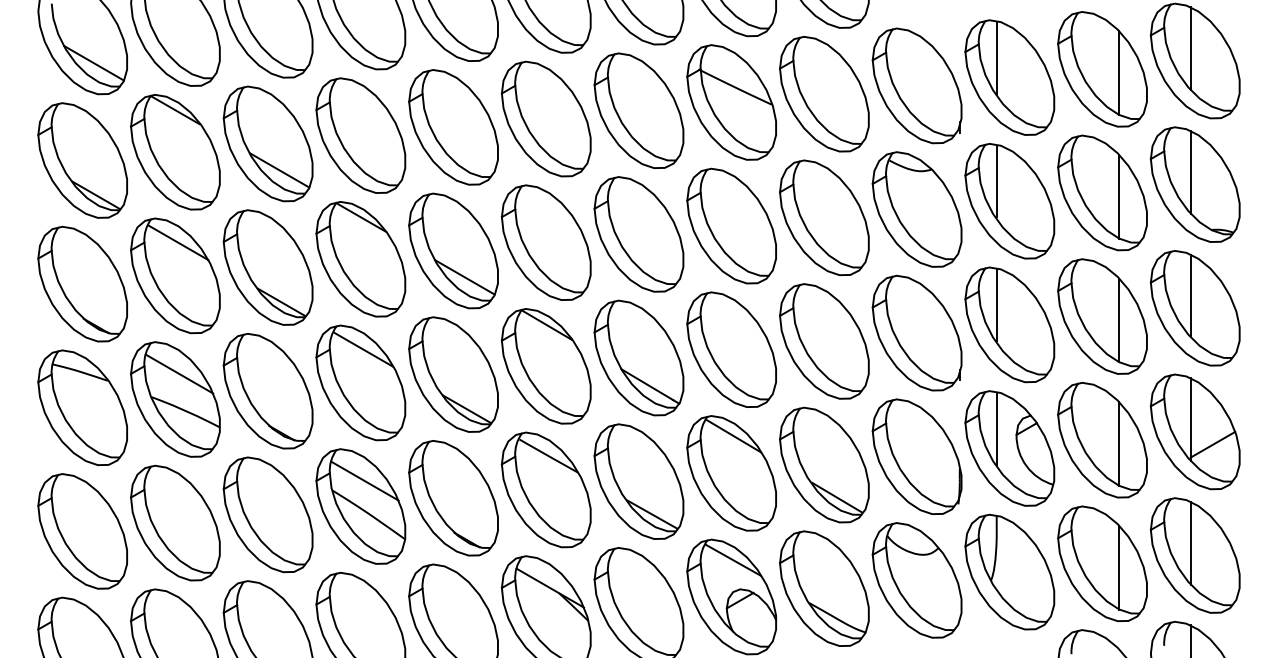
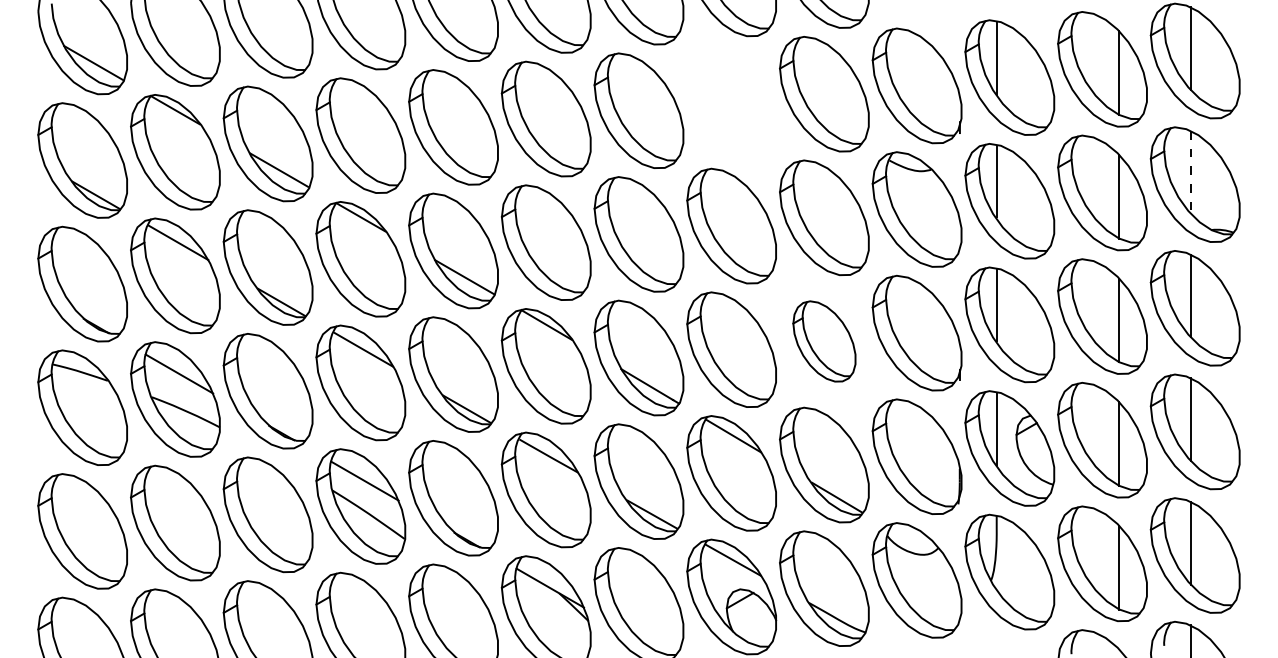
part at (731, 102): present -> none
line at (1190, 172): solid -> dashed
part at (824, 341) size: 91x117 px -> 65x83 px
line at (1212, 444): present -> none
